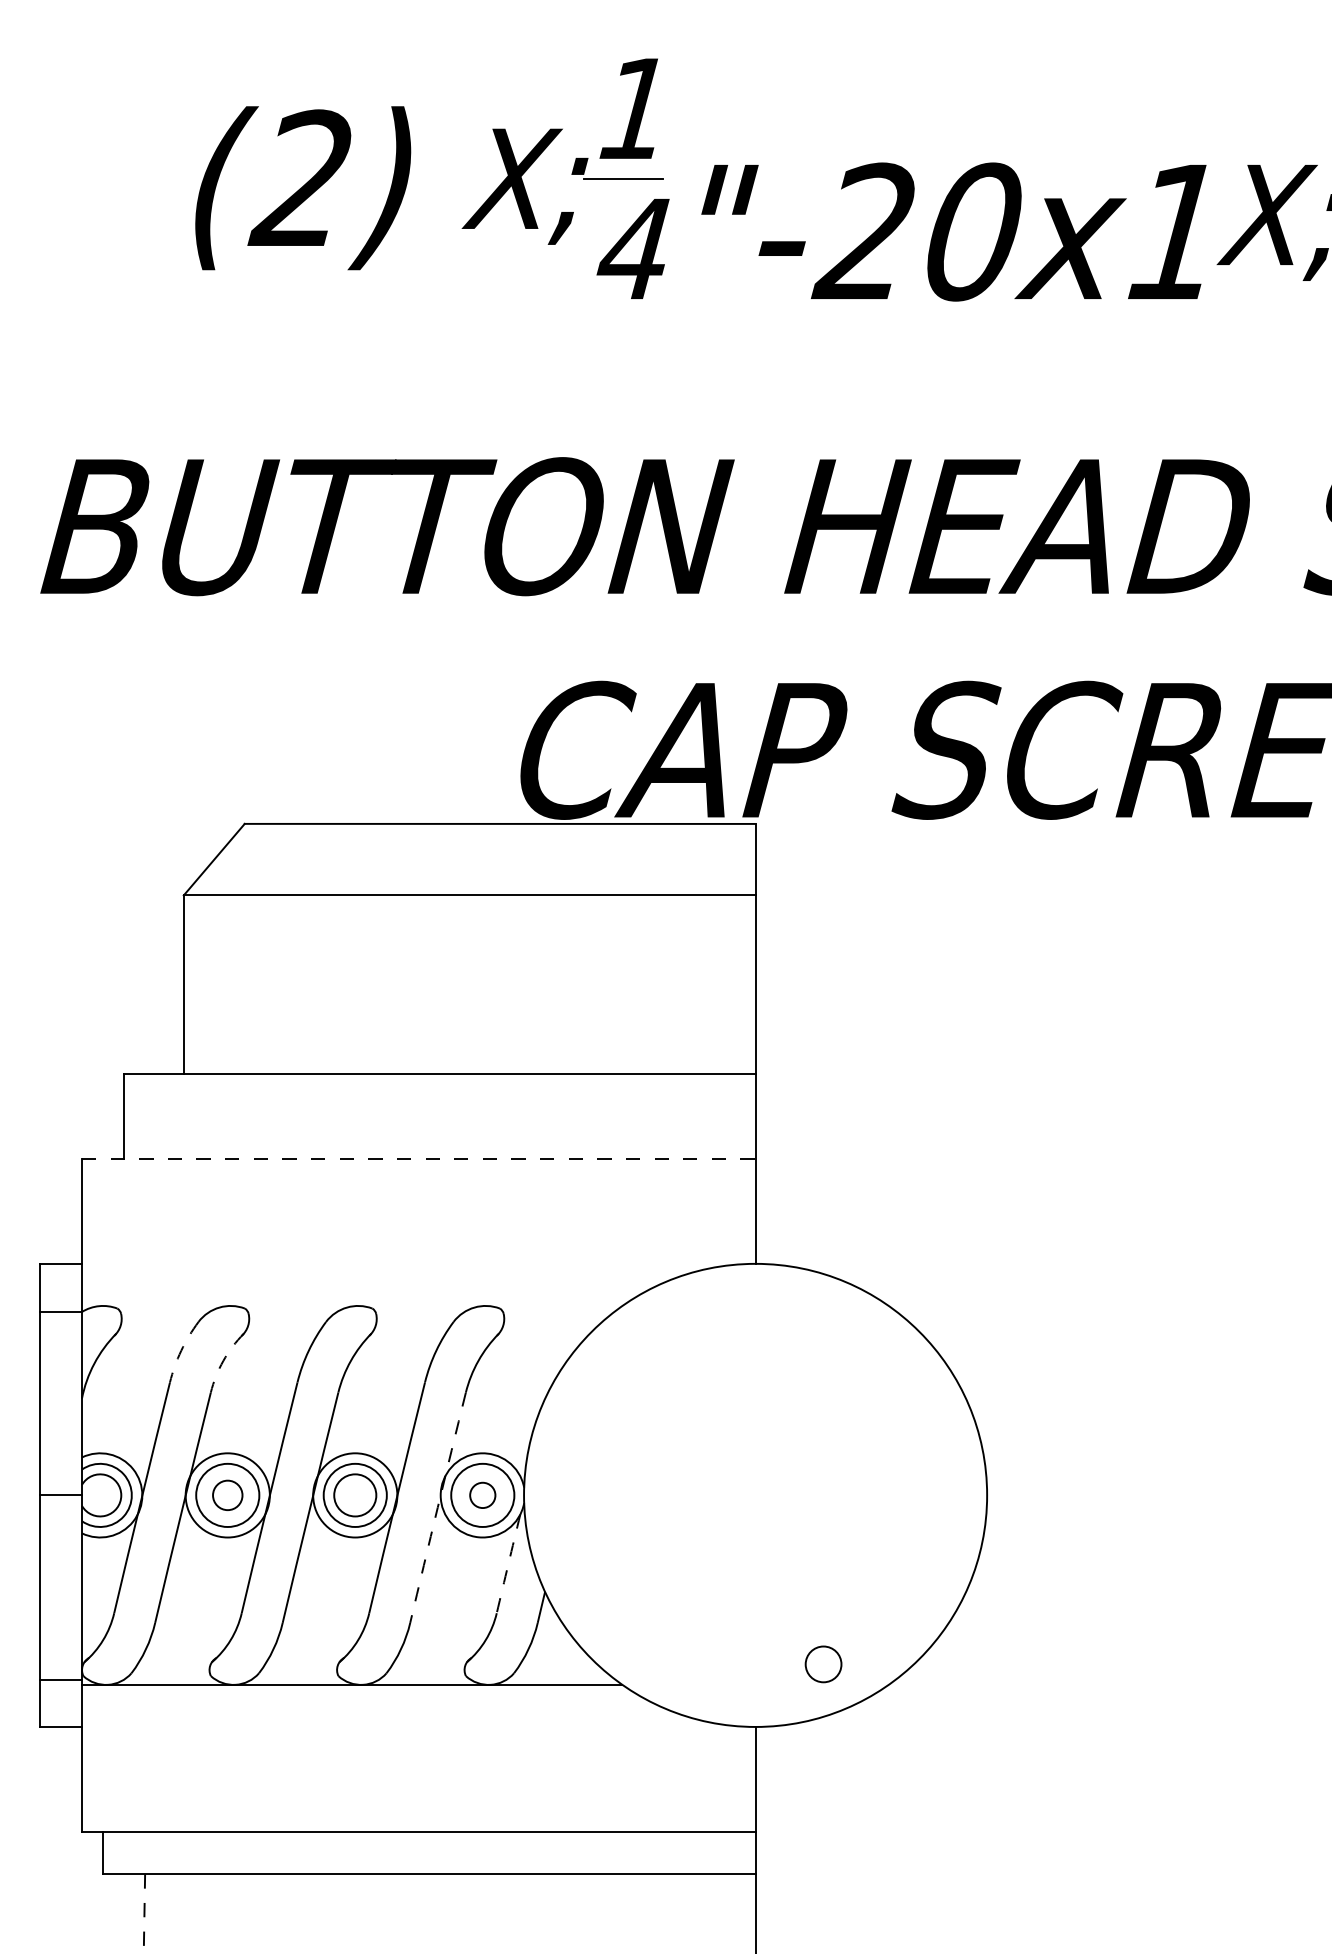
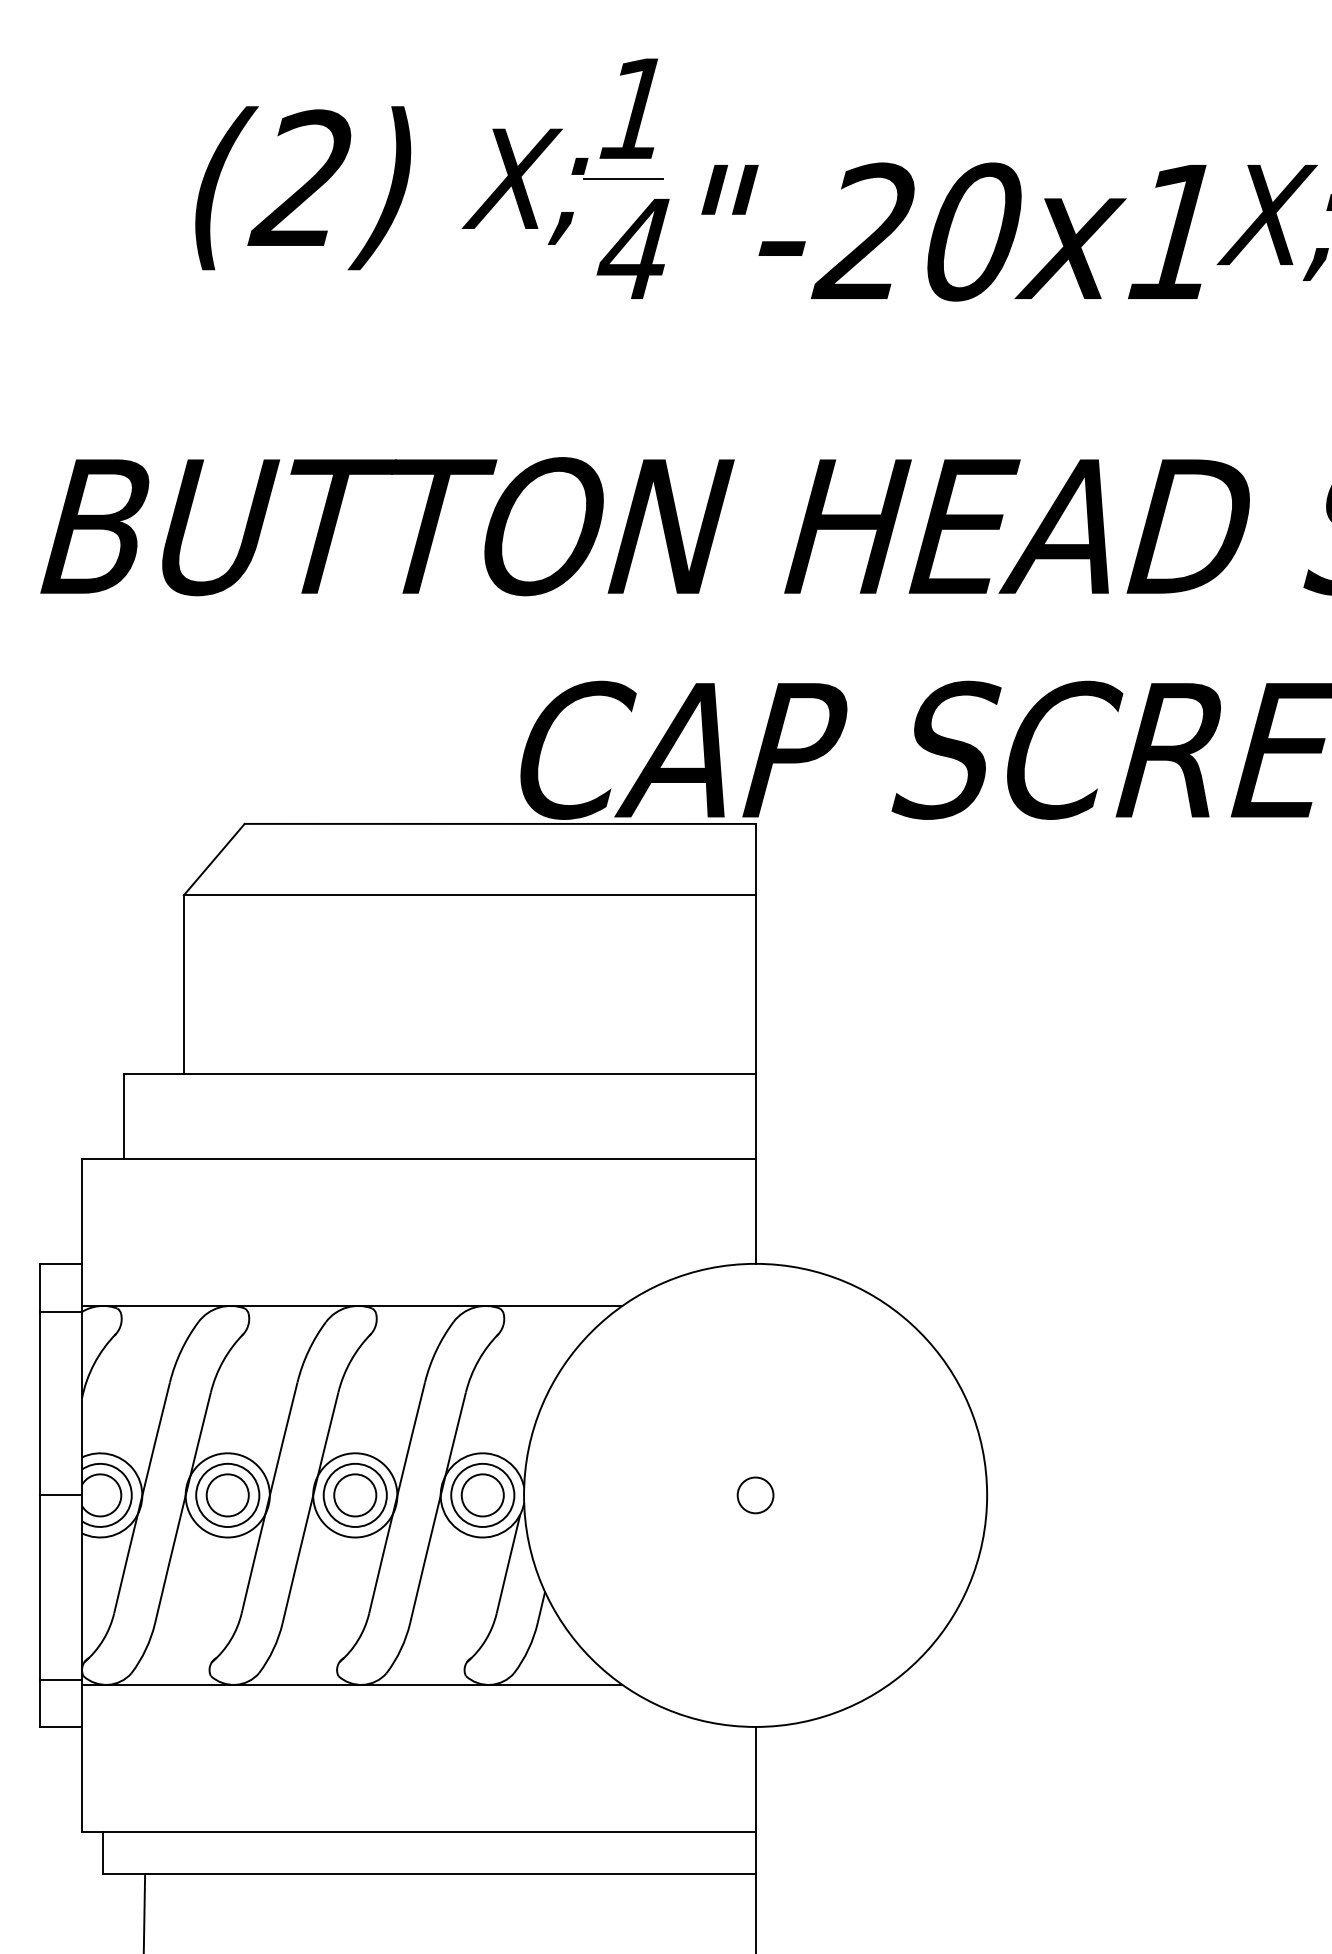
line at (418, 1158): dashed -> solid
line at (351, 1305): none -> present
arc at (181, 1350): dashed -> solid
arc at (223, 1360): dashed -> solid
circle at (227, 1495) diameter: 29 px -> 42 px
circle at (482, 1495) diameter: 25 px -> 42 px
arc at (437, 1507): dashed -> solid
arc at (508, 1563): dashed -> solid
circle at (823, 1664) position: (823, 1664) -> (755, 1495)
line at (144, 1914): dashed -> solid
